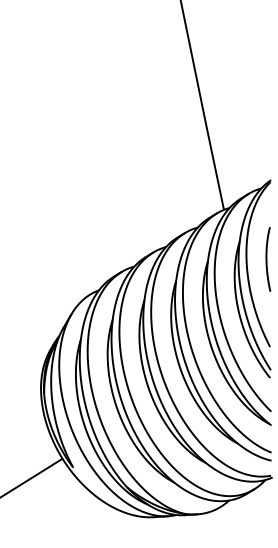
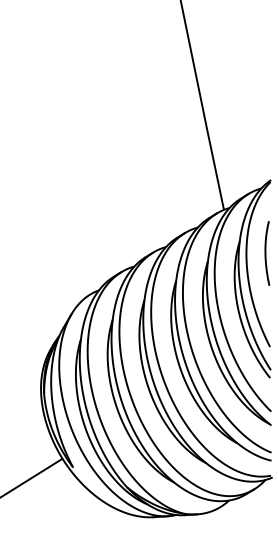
curve at (267, 259) position: (267, 259) -> (266, 253)
